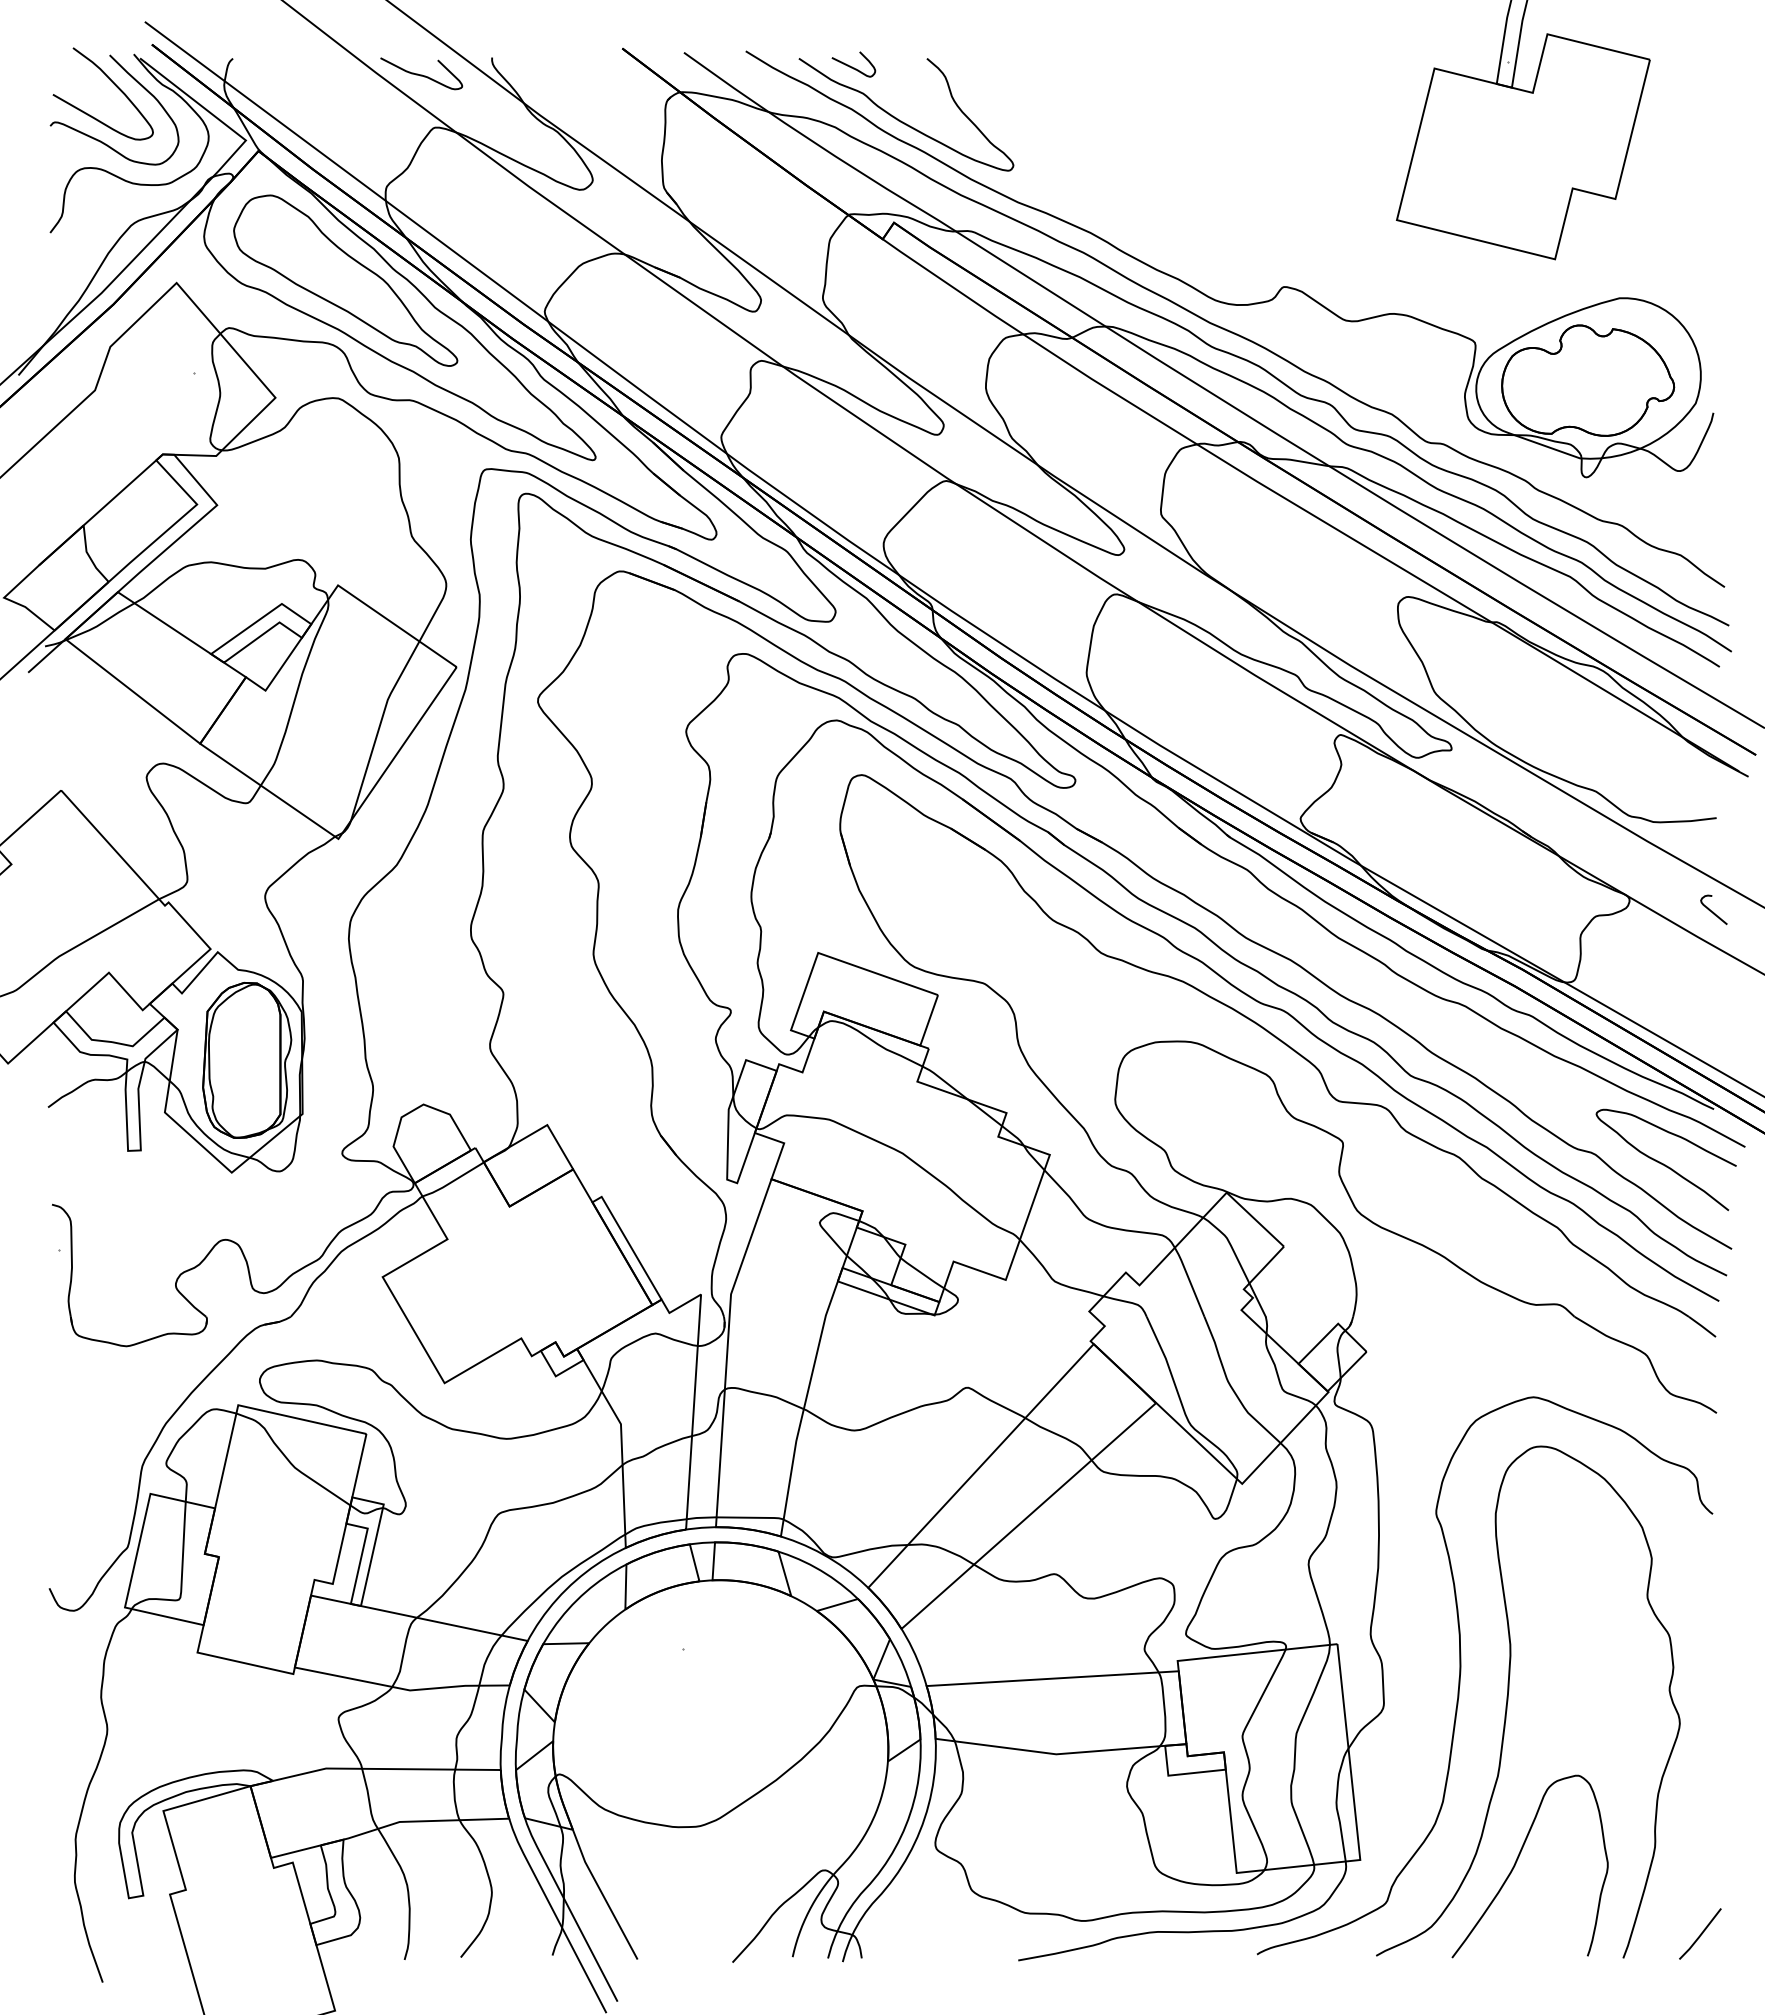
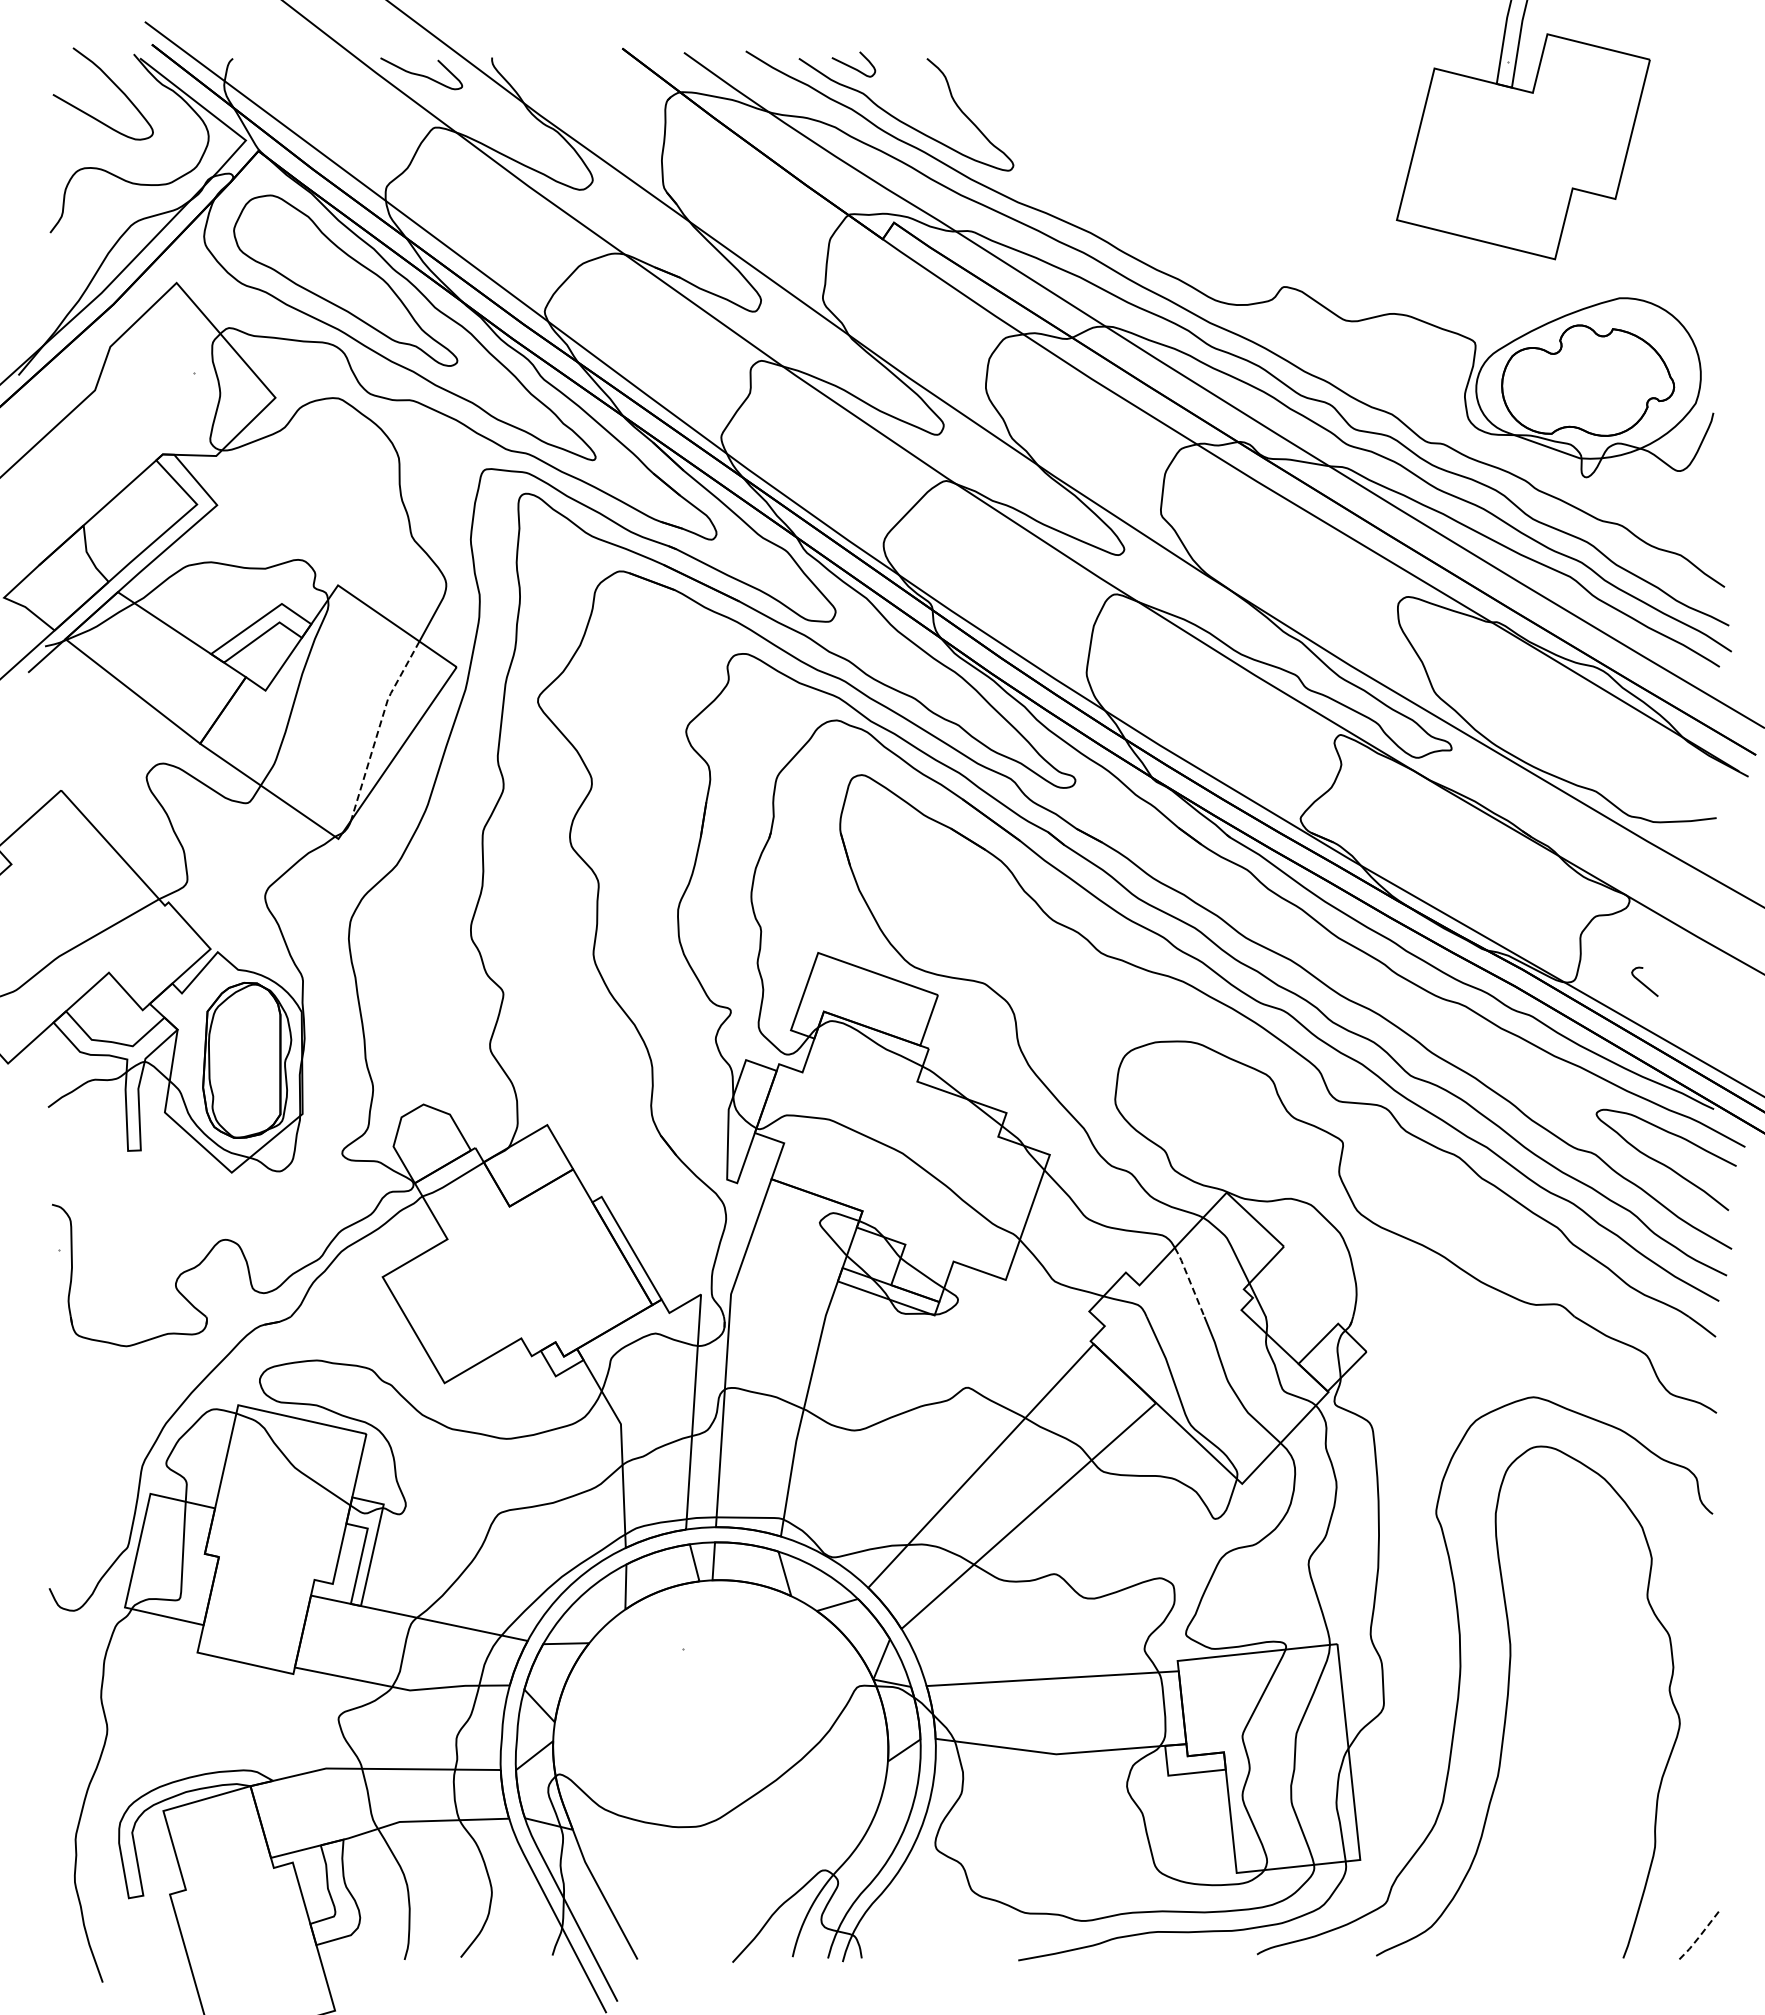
curve at (98, 139): present -> none
line at (379, 727): solid -> dashed
curve at (1713, 911) position: (1713, 911) -> (1644, 983)
line at (1189, 1280): solid -> dashed
curve at (1517, 1861): present -> none
line at (1700, 1935): solid -> dashed
